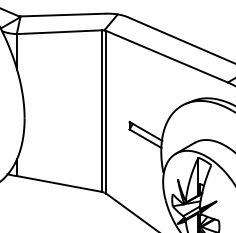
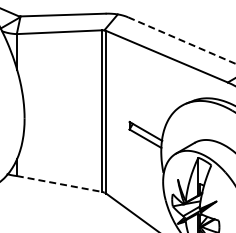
line at (182, 40): solid -> dashed
line at (59, 184): solid -> dashed
